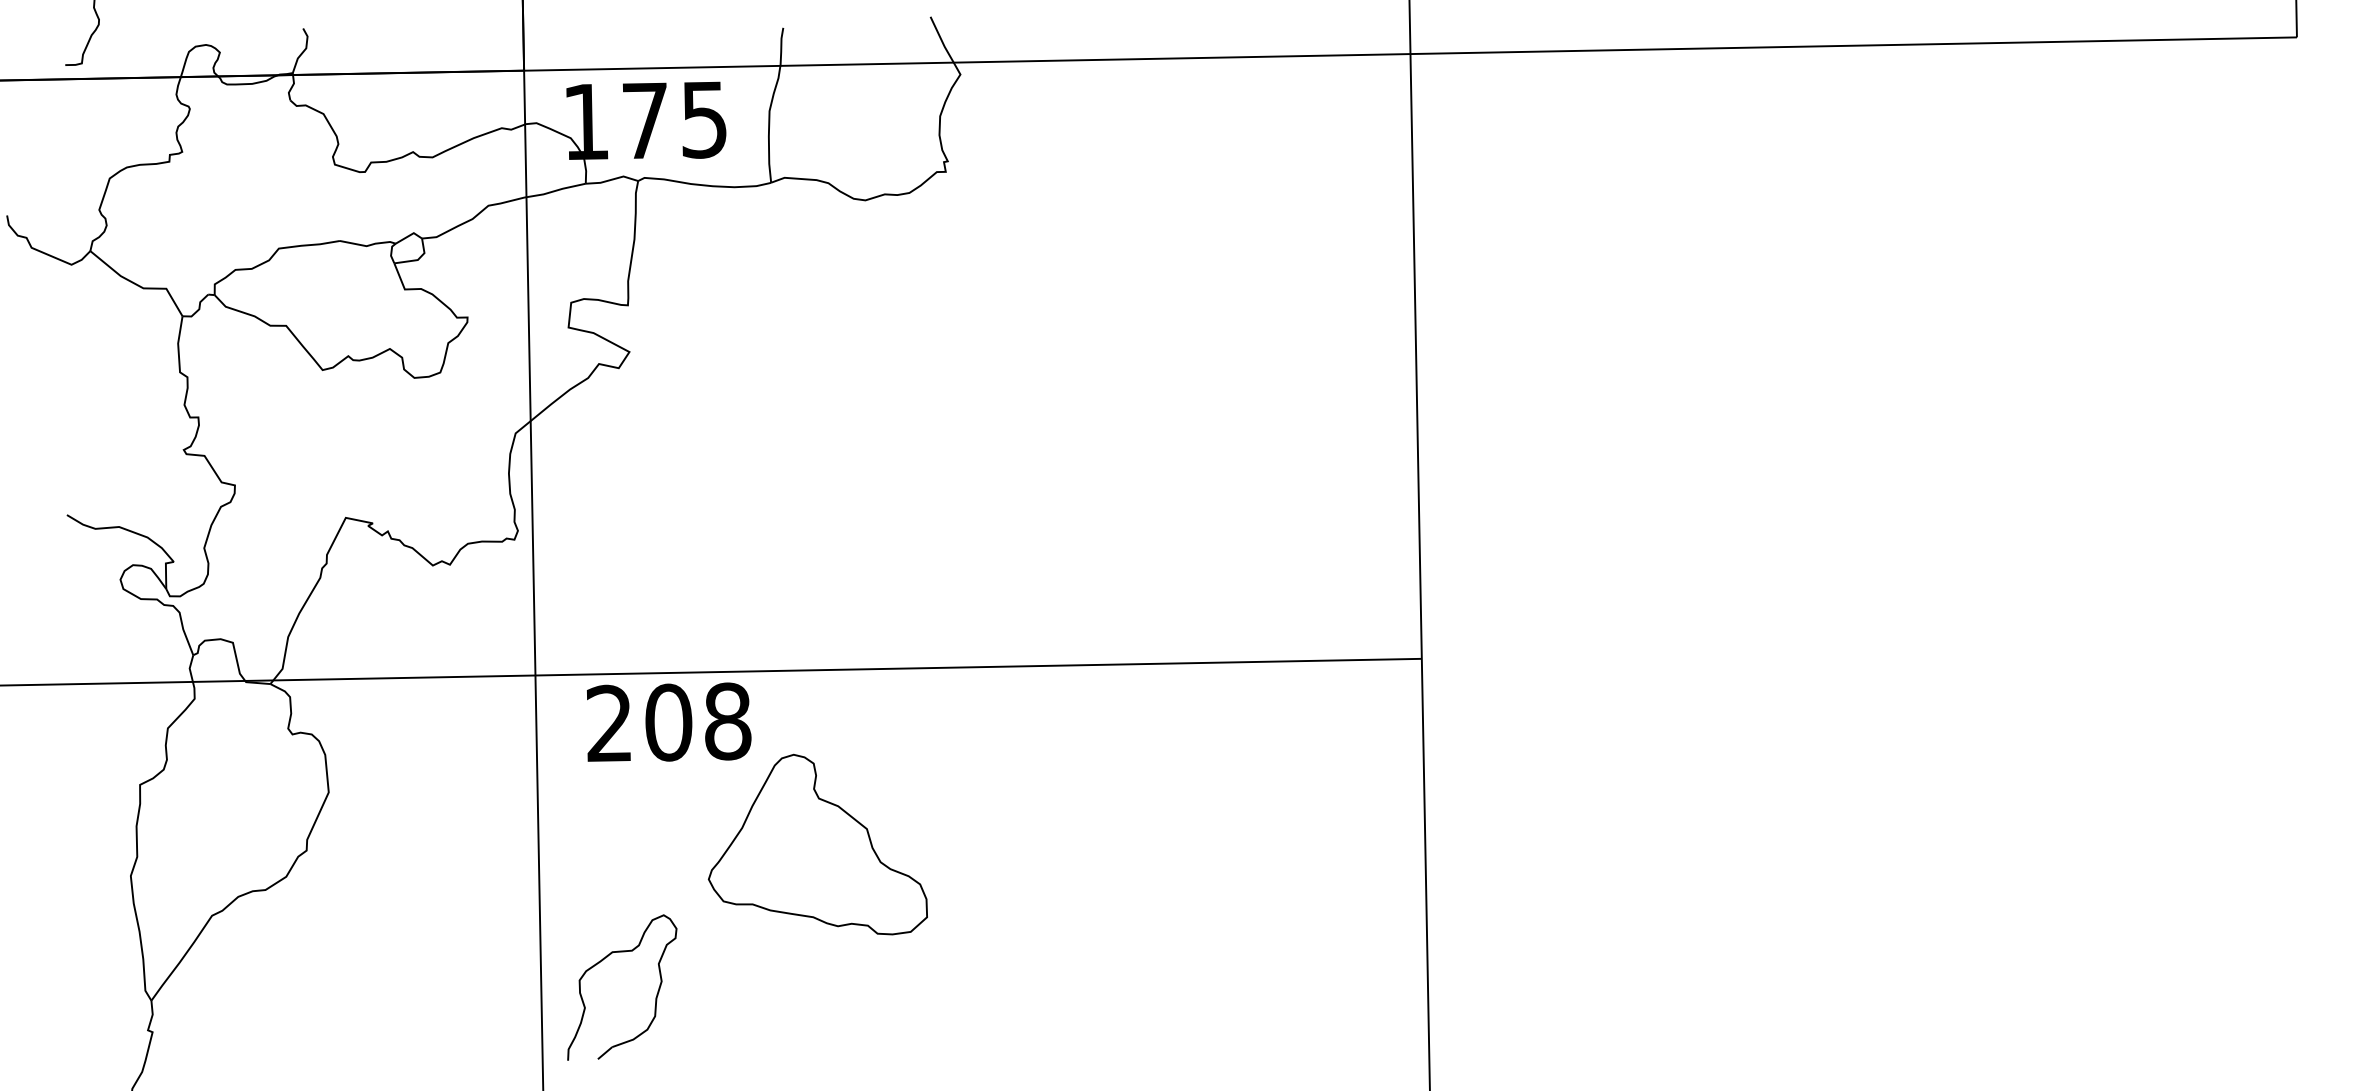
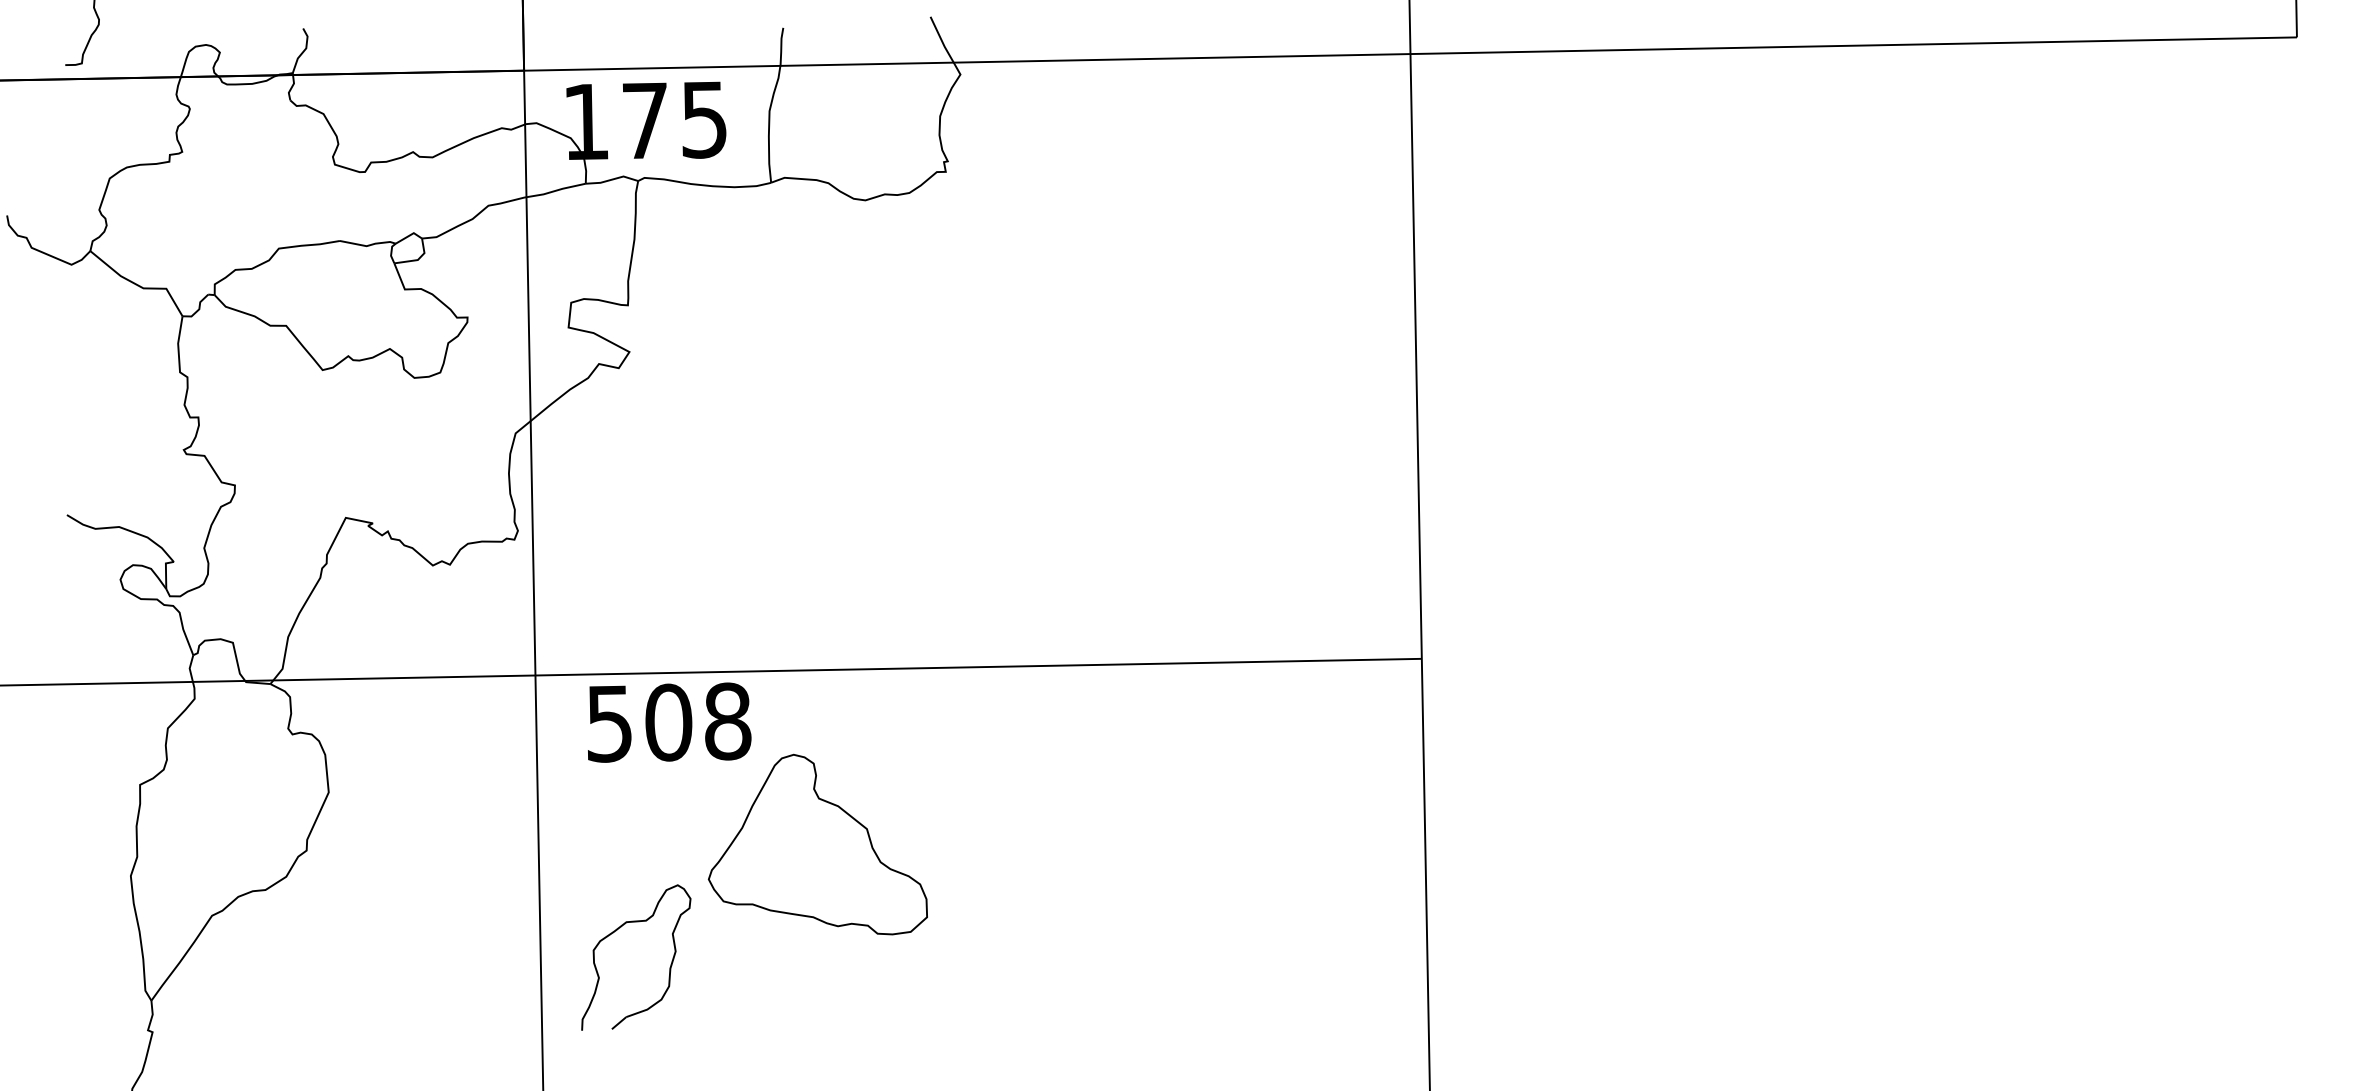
text at (609, 723): 208 -> 508
part at (602, 961) position: (602, 961) -> (616, 931)
